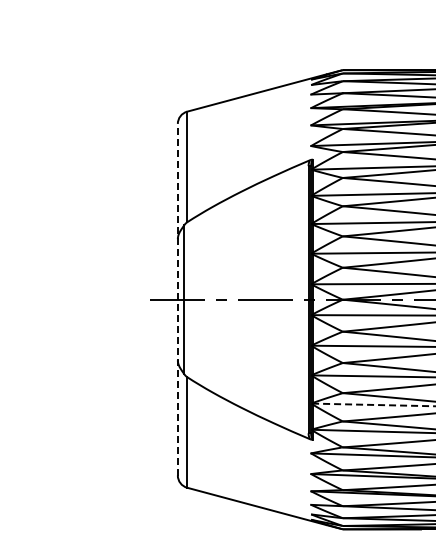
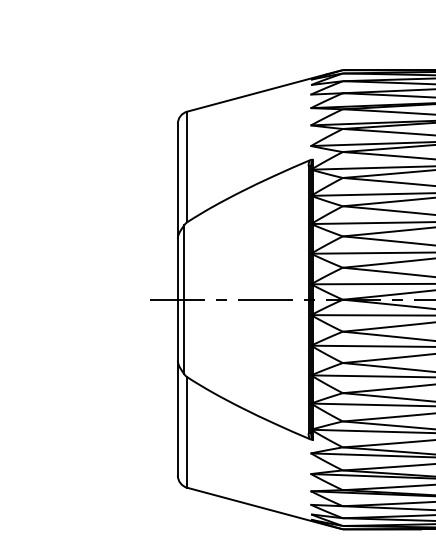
line at (177, 299): dashed -> solid
line at (373, 404): dashed -> solid
